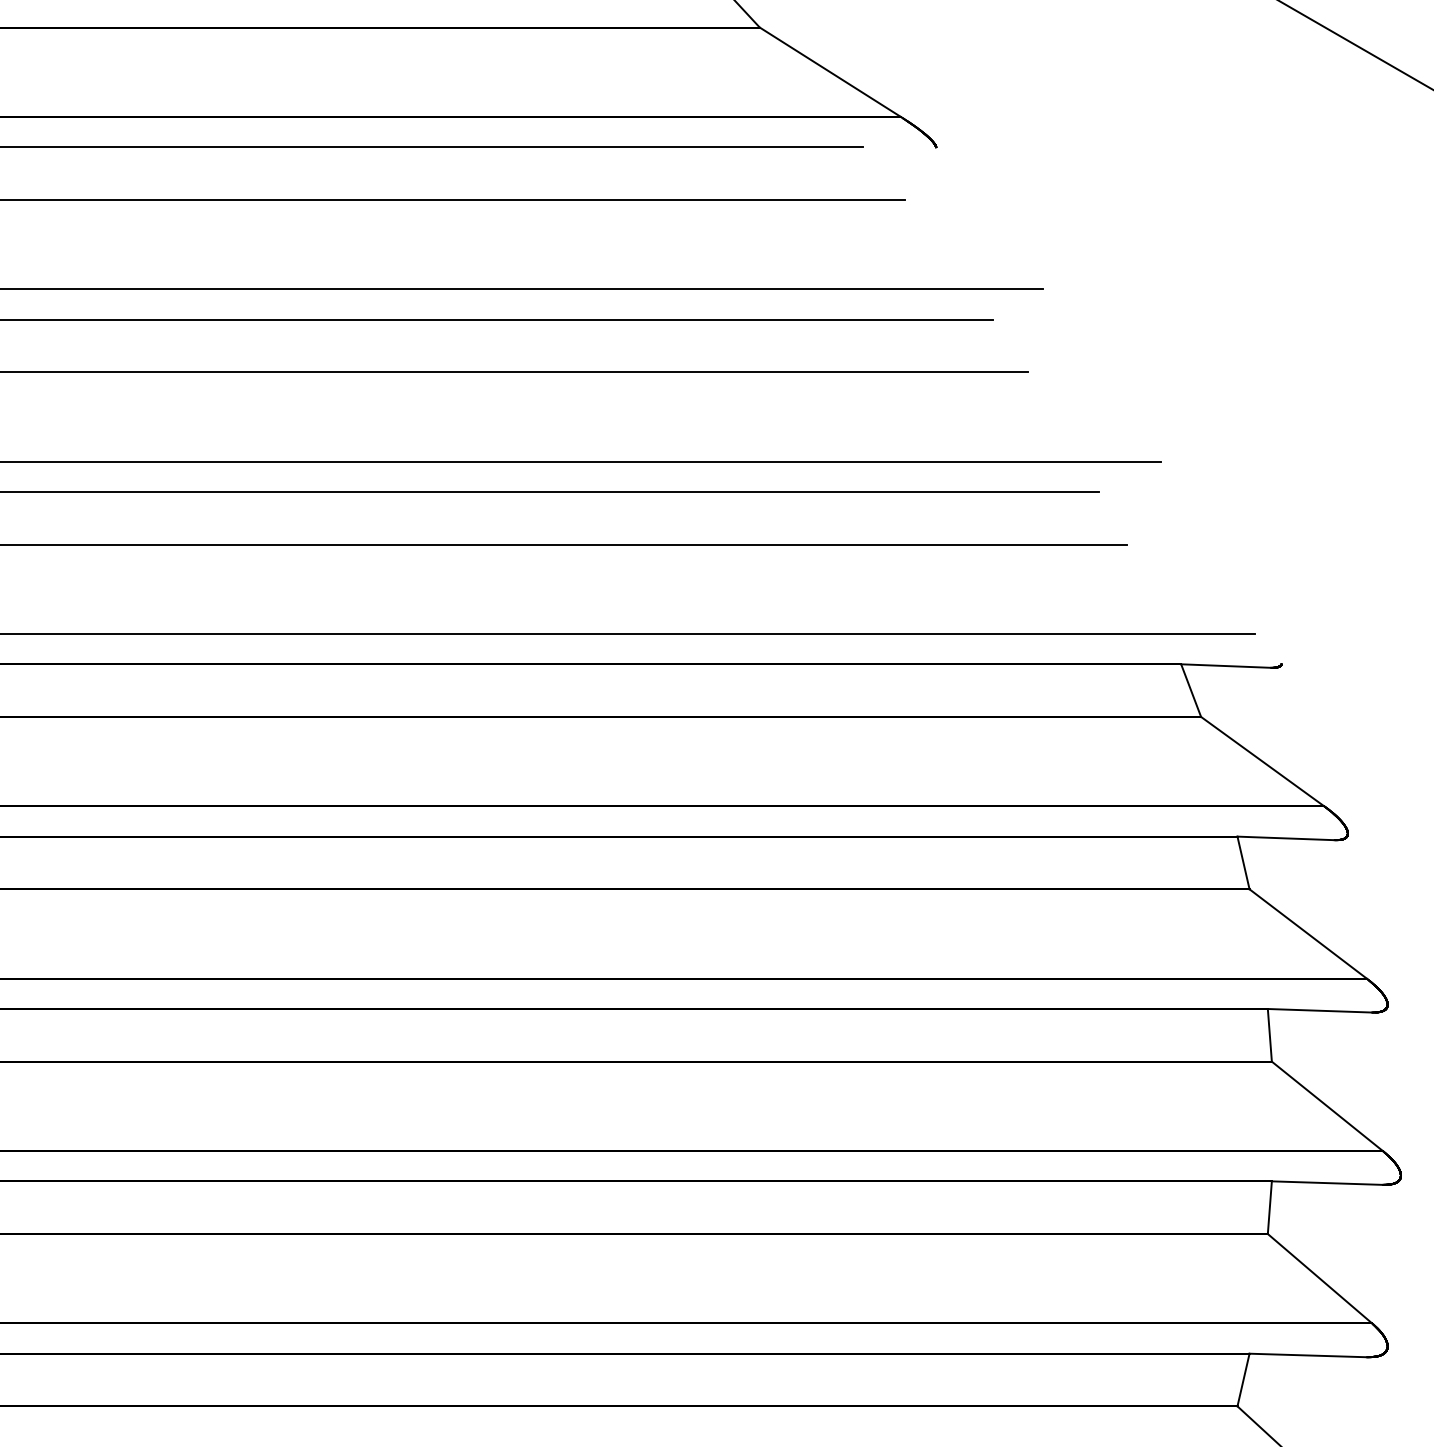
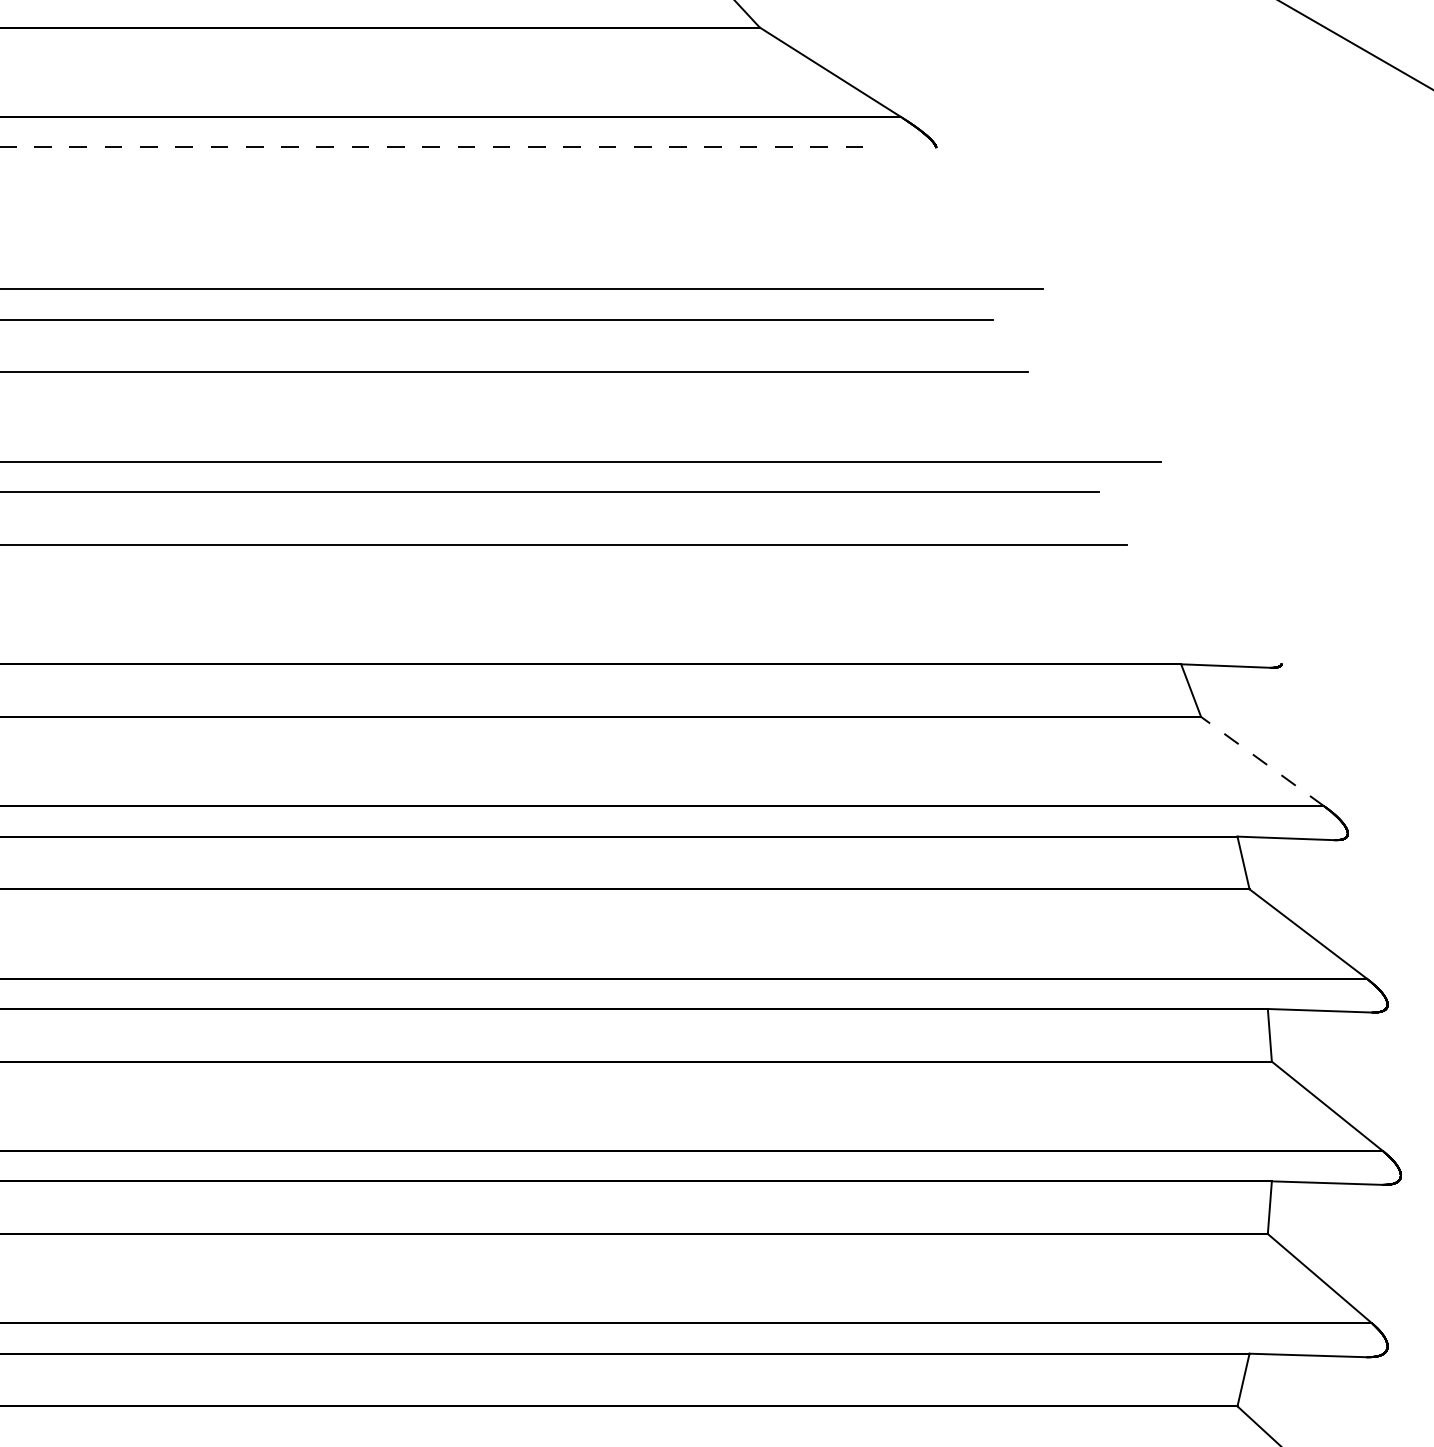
line at (431, 147): solid -> dashed
line at (453, 199): present -> none
line at (628, 633): present -> none
line at (1262, 761): solid -> dashed
